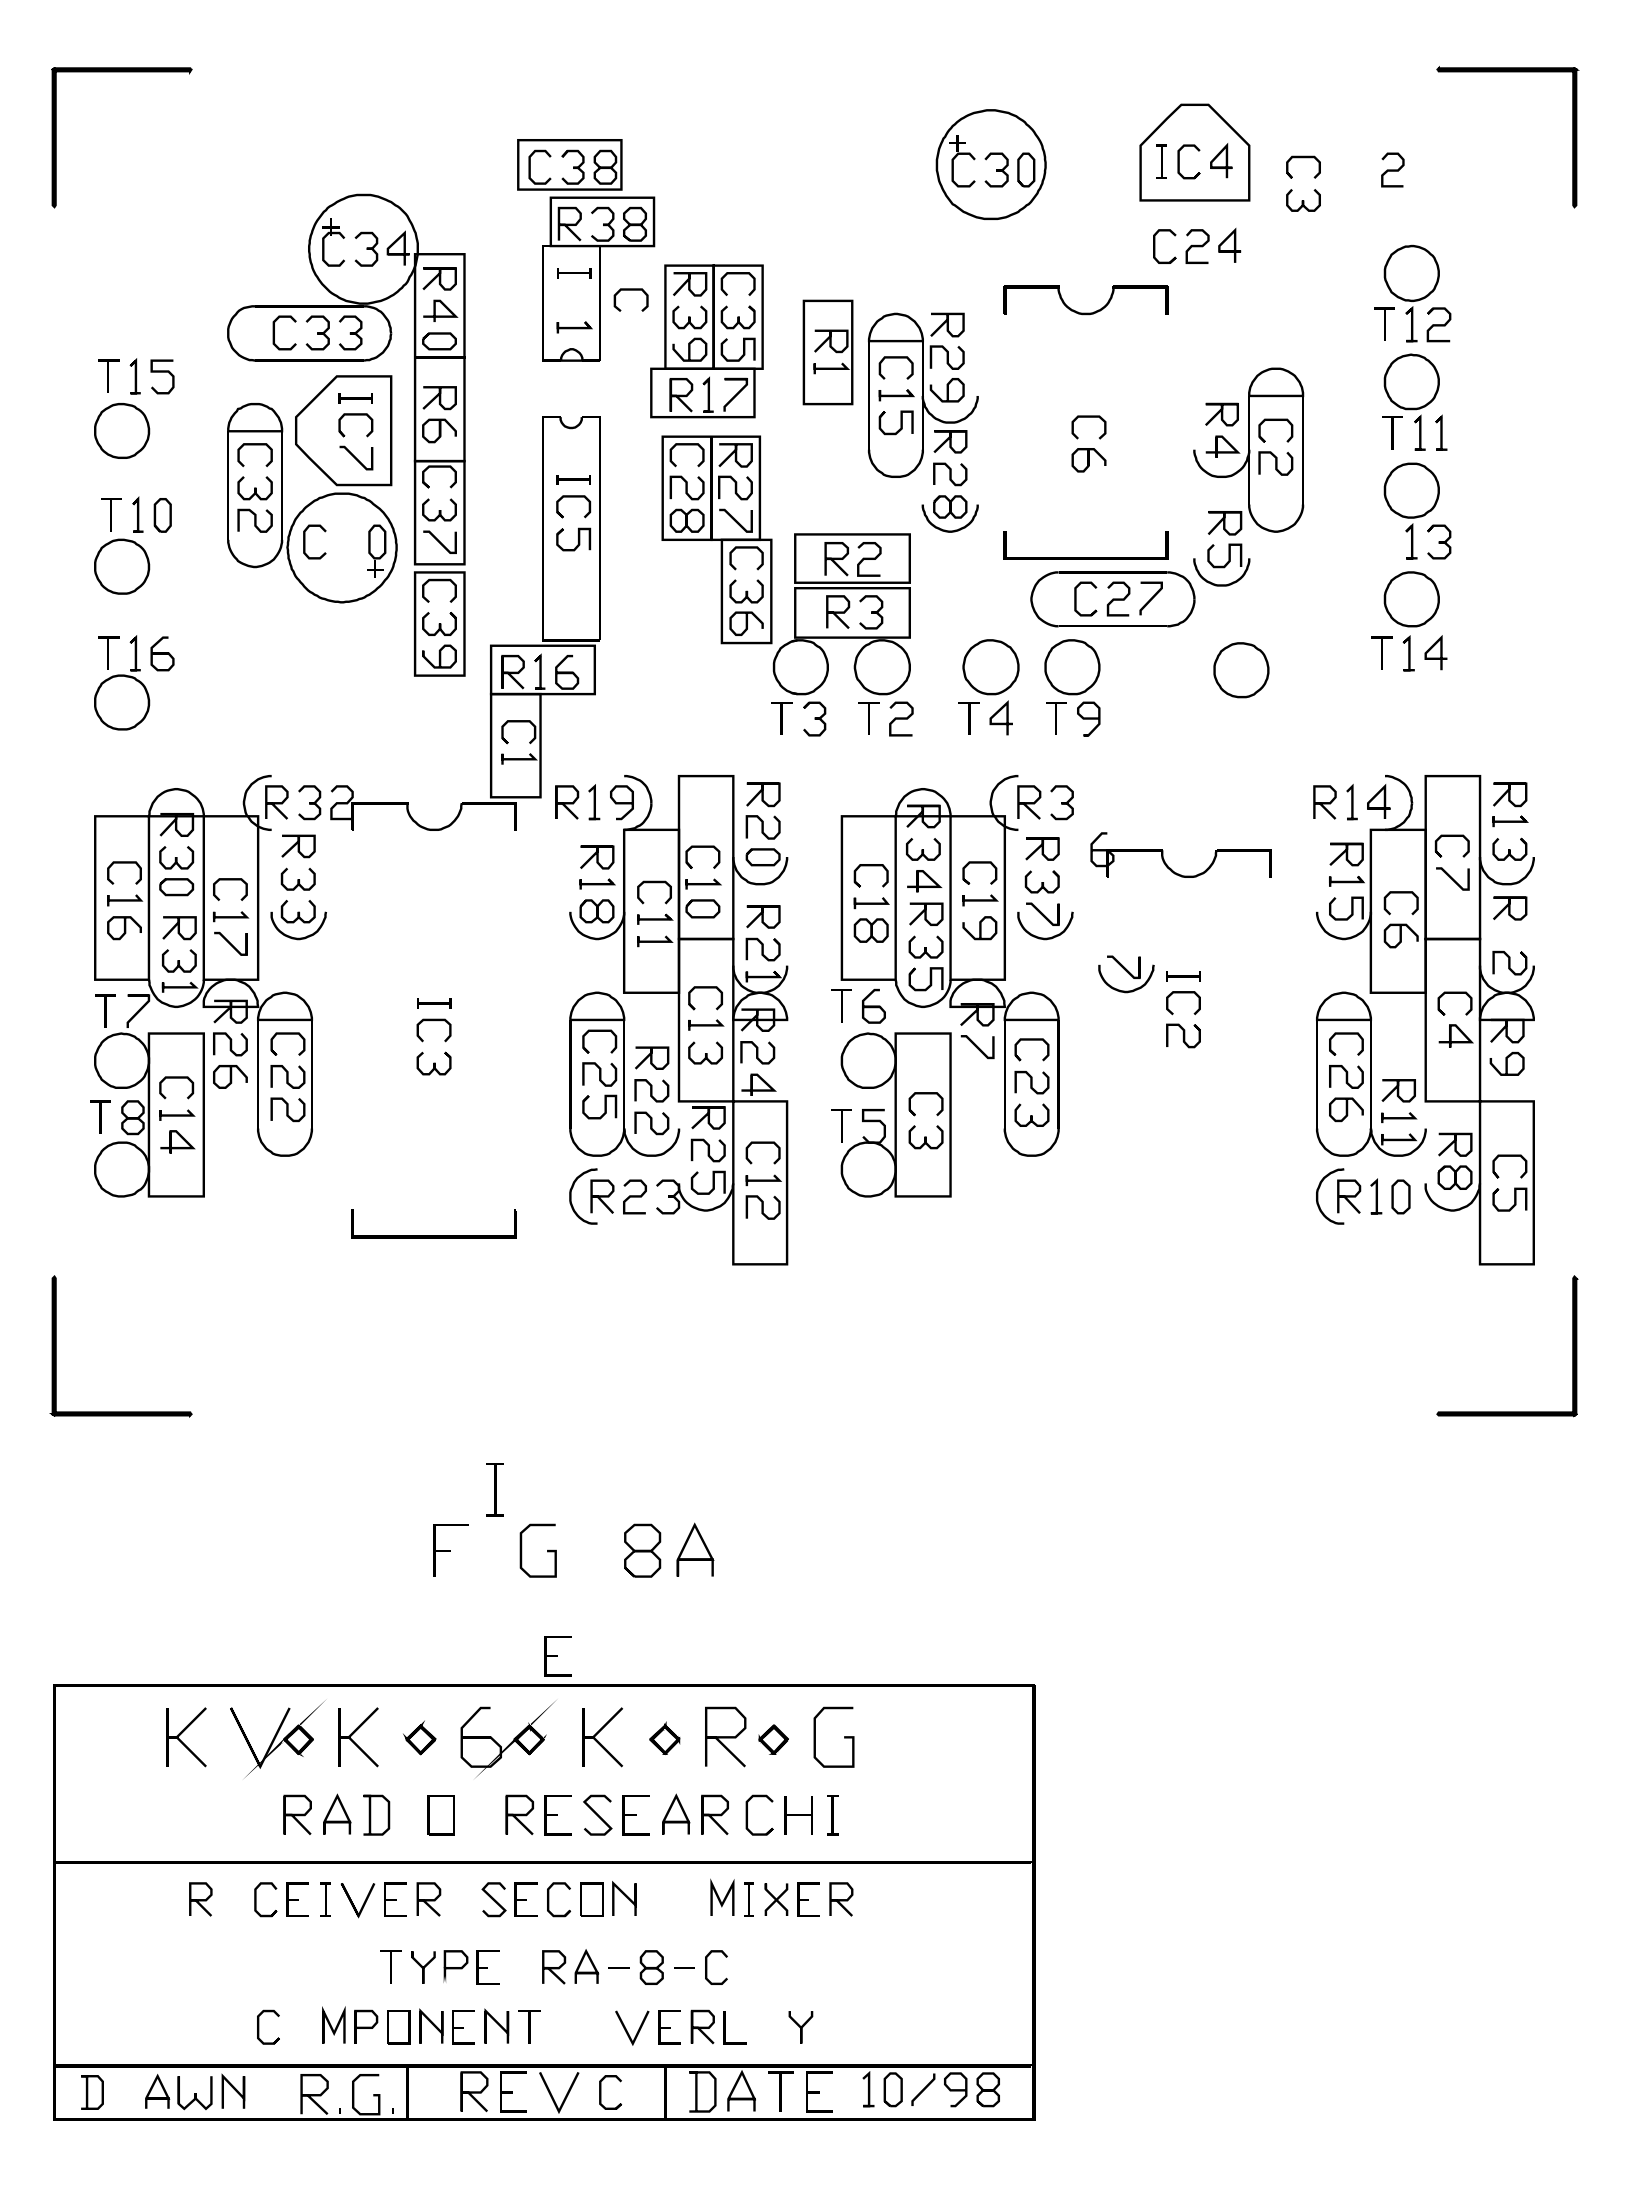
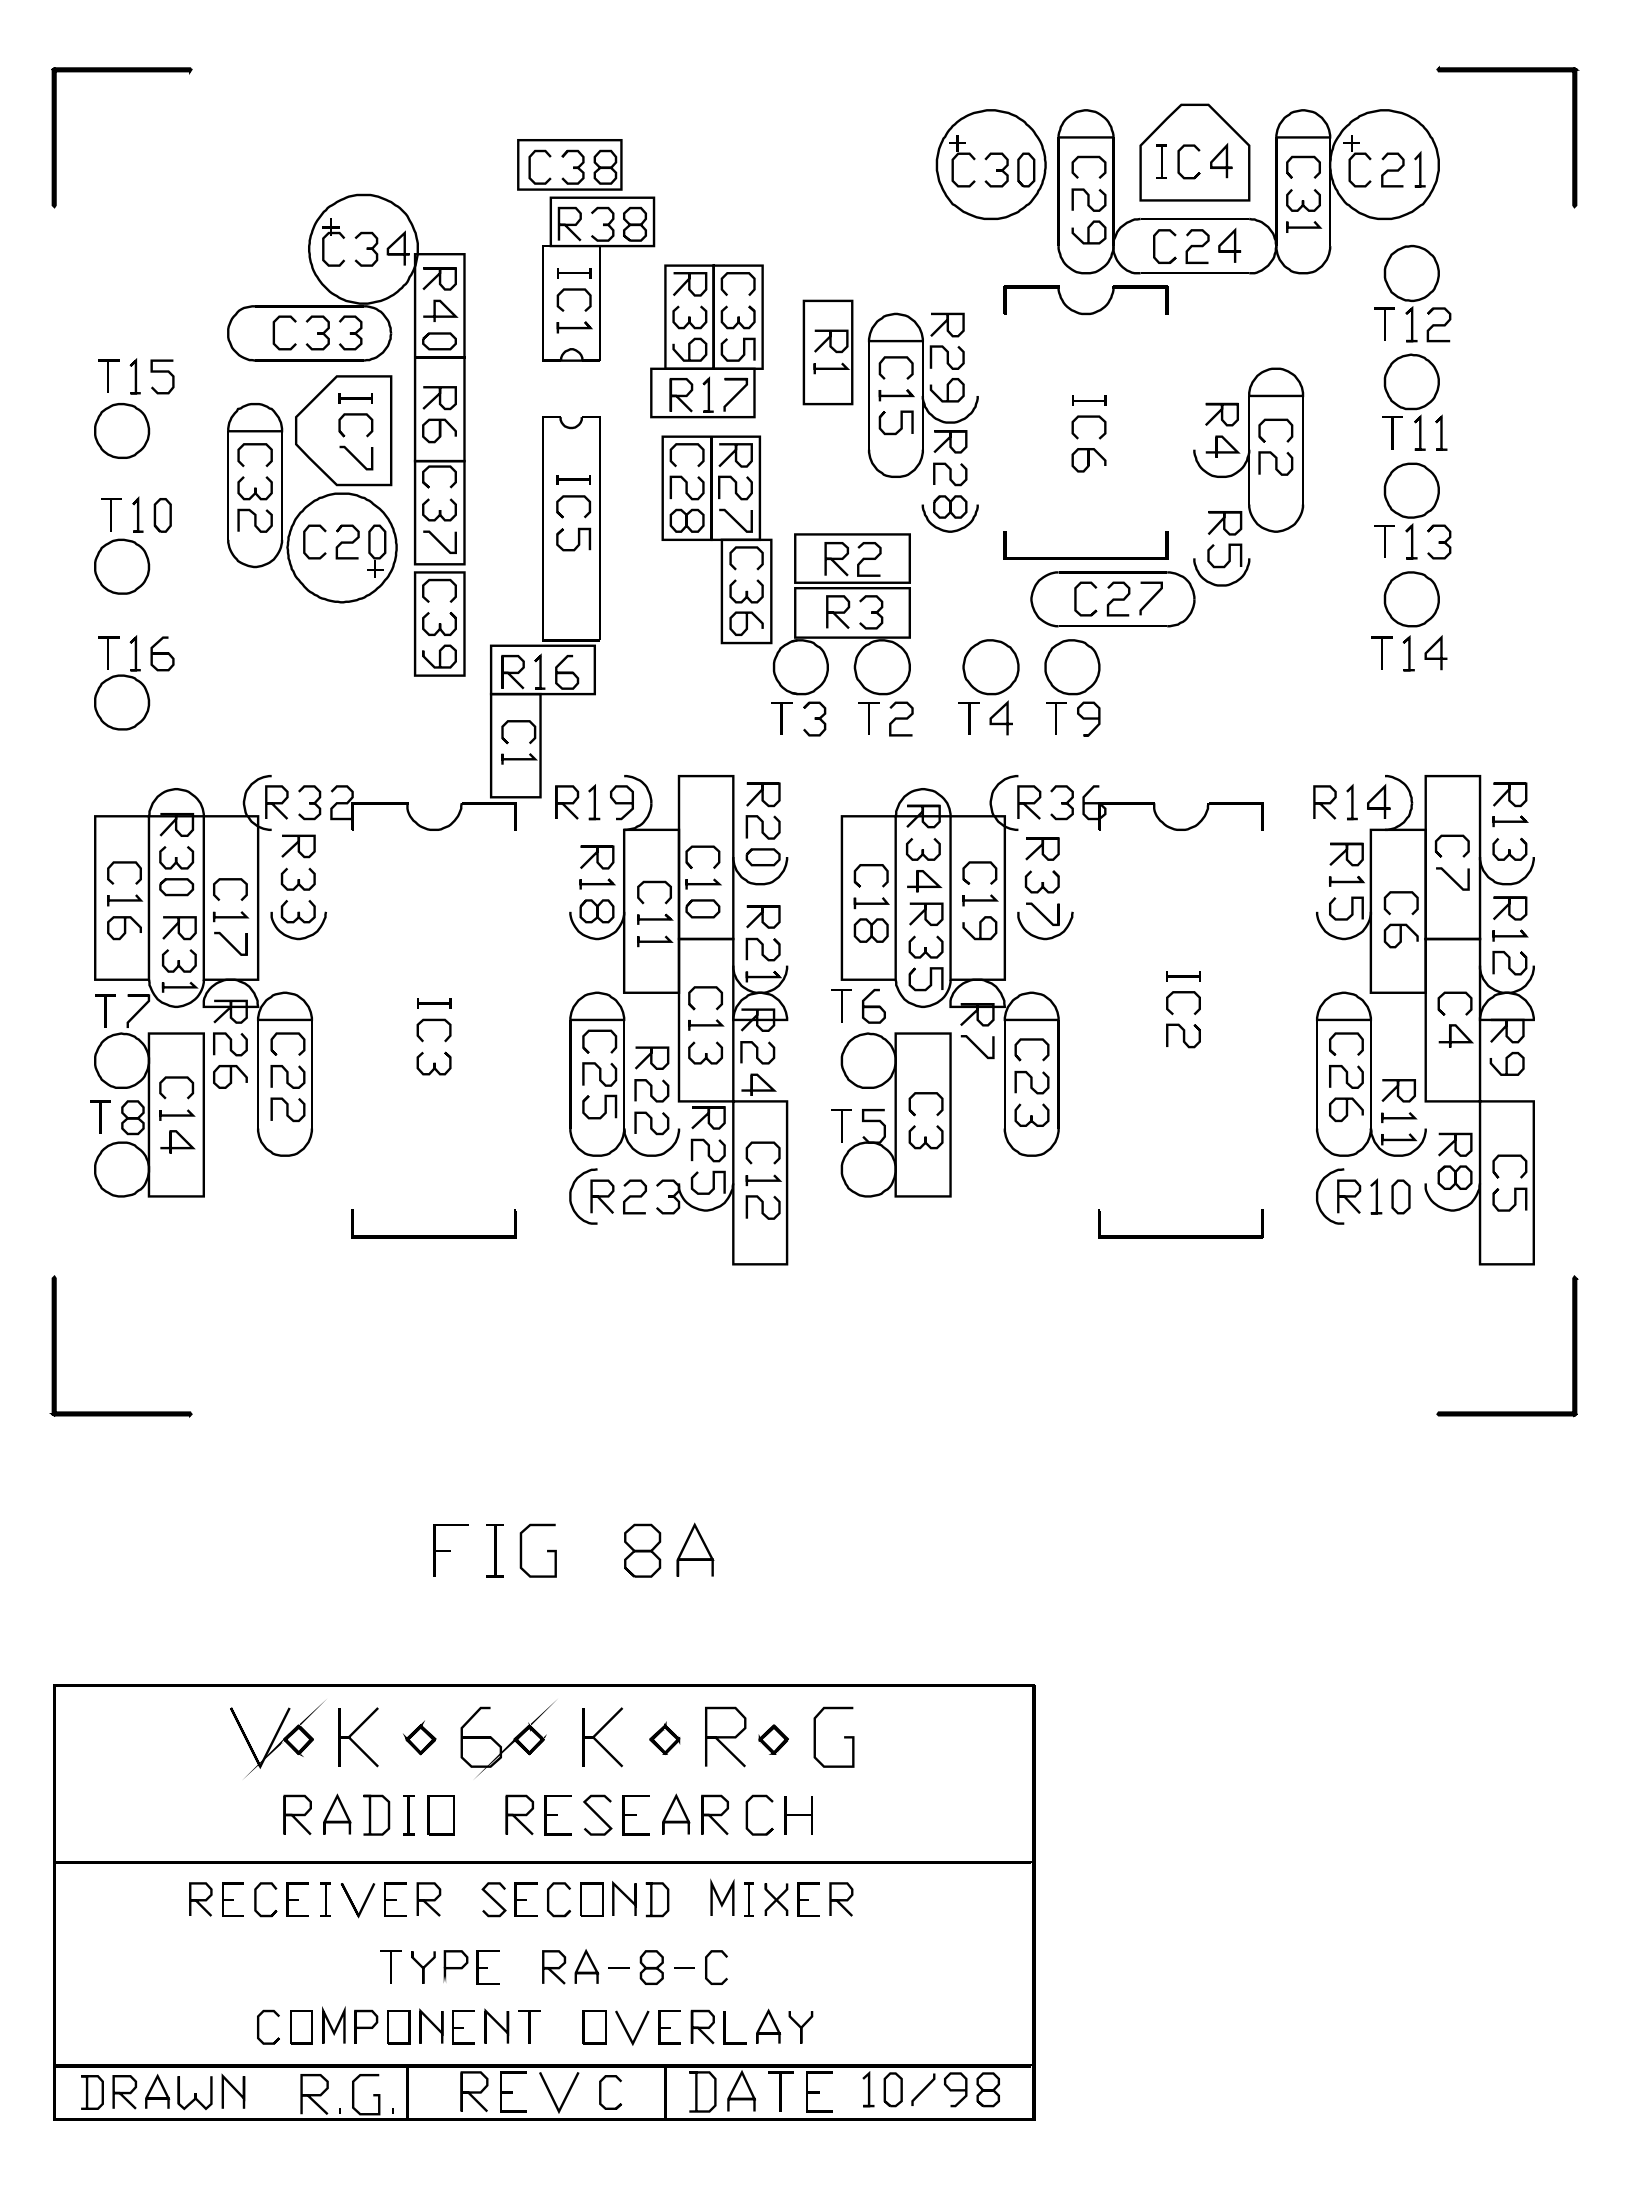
part at (1275, 191): none -> present
curve at (630, 290) position: (630, 290) -> (573, 290)
curve at (1089, 400): none -> present
curve at (347, 541): none -> present
line at (1384, 541): none -> present
part at (1241, 670): present -> none
part at (1168, 865) position: (1168, 865) -> (1160, 818)
curve at (1510, 935): none -> present
part at (1126, 974): present -> none
curve at (1180, 1235): none -> present
curve at (494, 1489) position: (494, 1489) -> (494, 1550)
curve at (557, 1656): present -> none
part at (186, 1737): present -> none
curve at (832, 1815) position: (832, 1815) -> (408, 1815)
curve at (232, 1899): none -> present
curve at (652, 1899): none -> present
curve at (772, 2022): none -> present
curve at (291, 2027): none -> present
curve at (584, 2027): none -> present
curve at (124, 2092): none -> present
